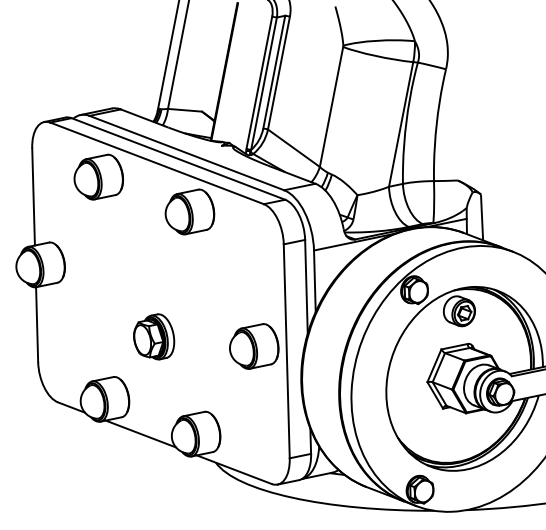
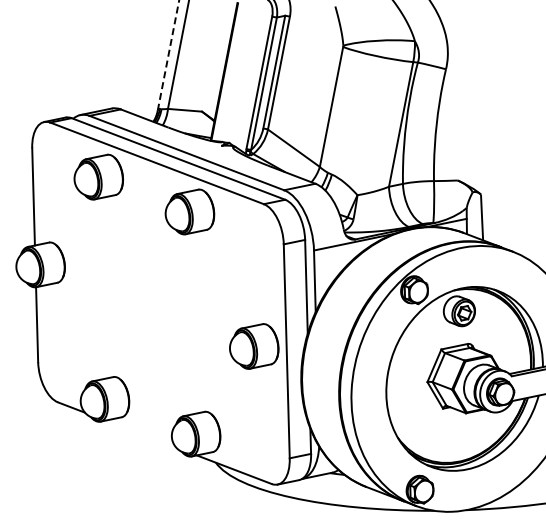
line at (168, 54): solid -> dashed
part at (154, 336): present -> none
line at (140, 433): present -> none
